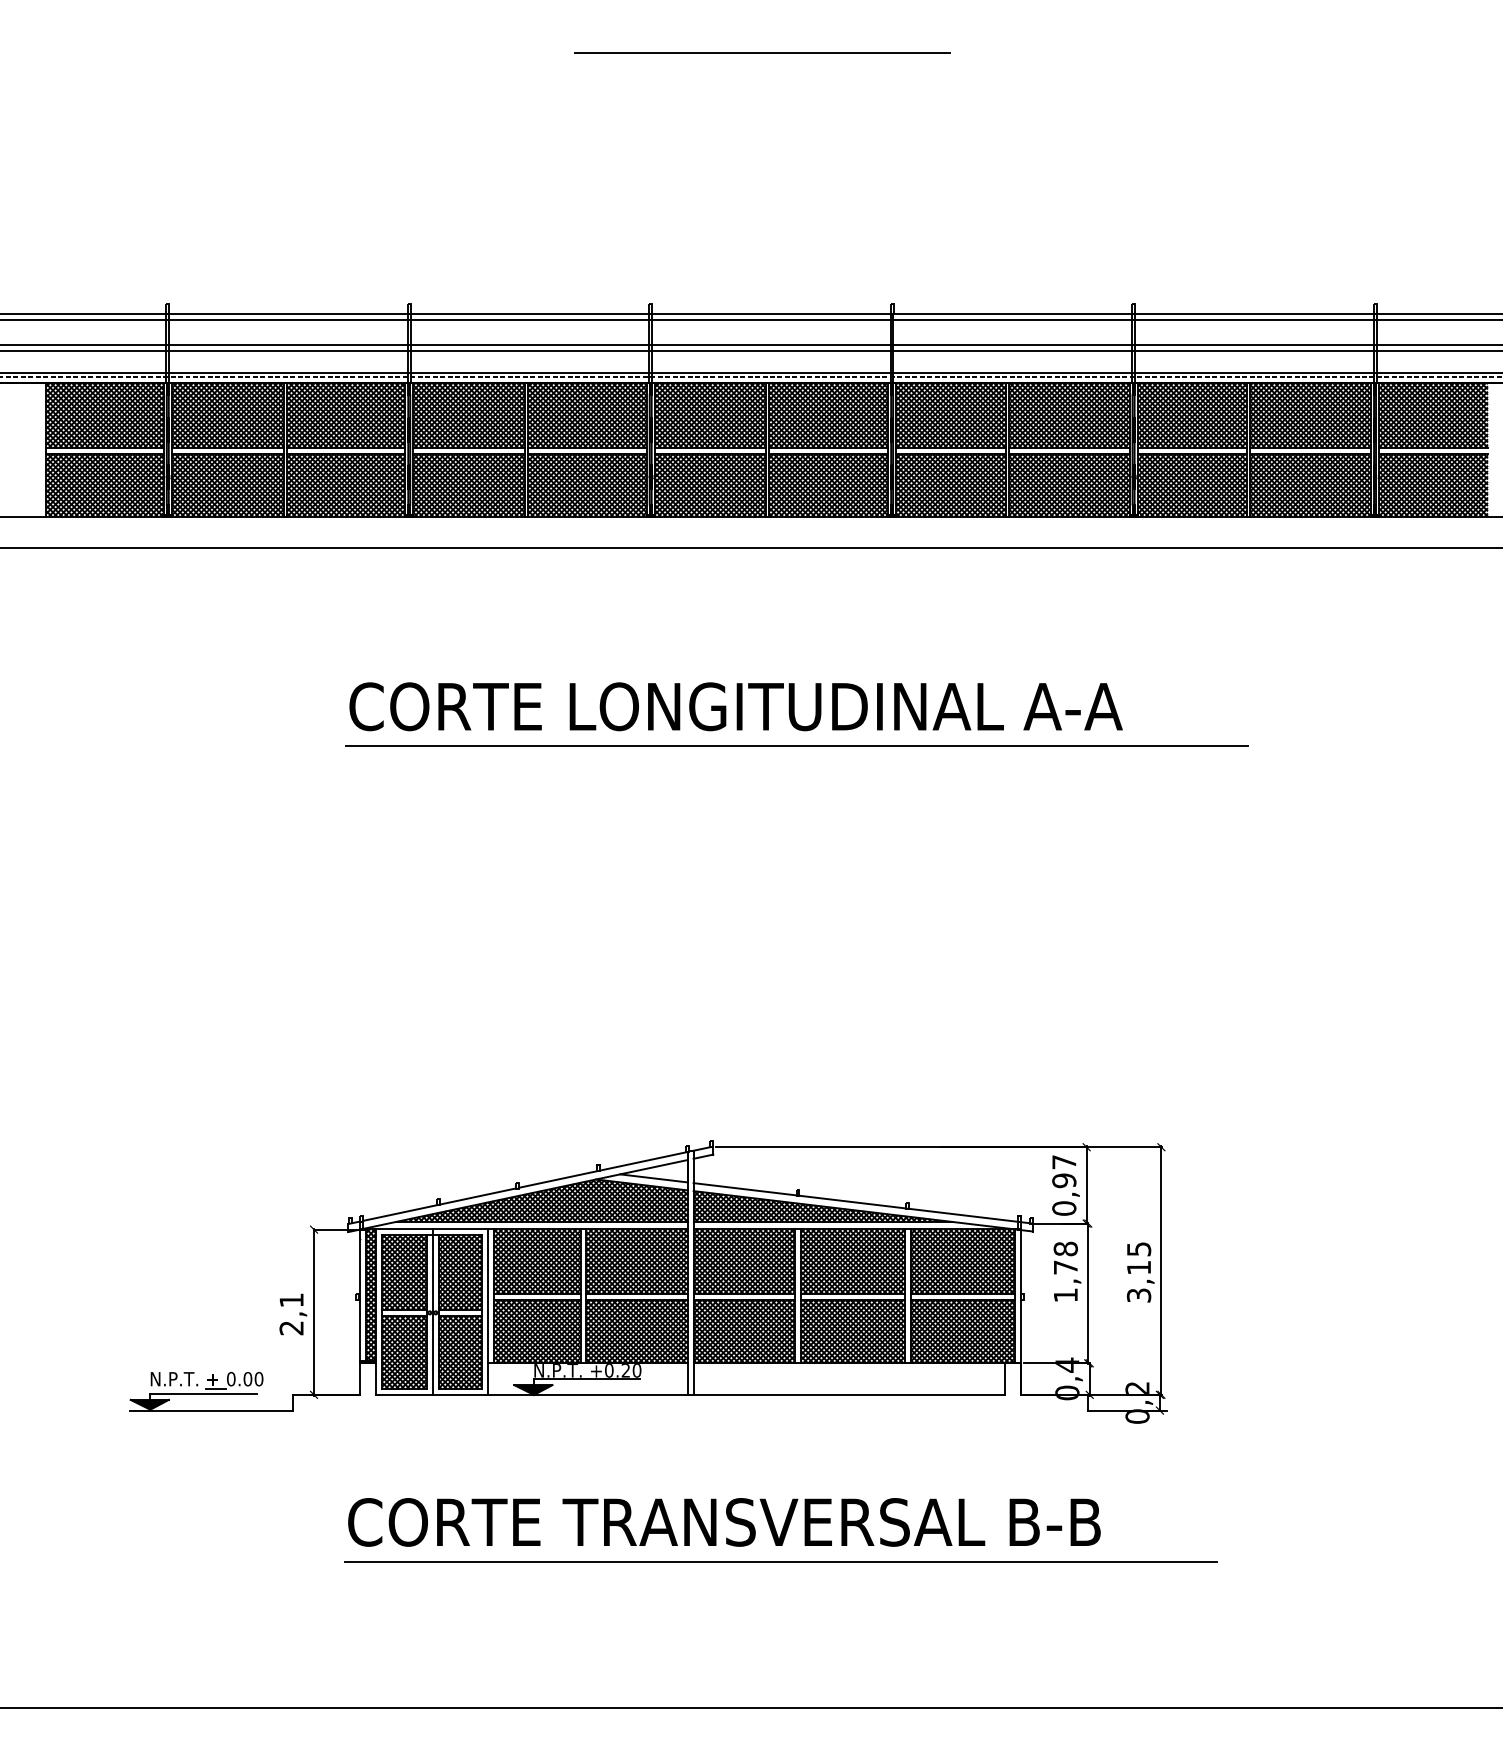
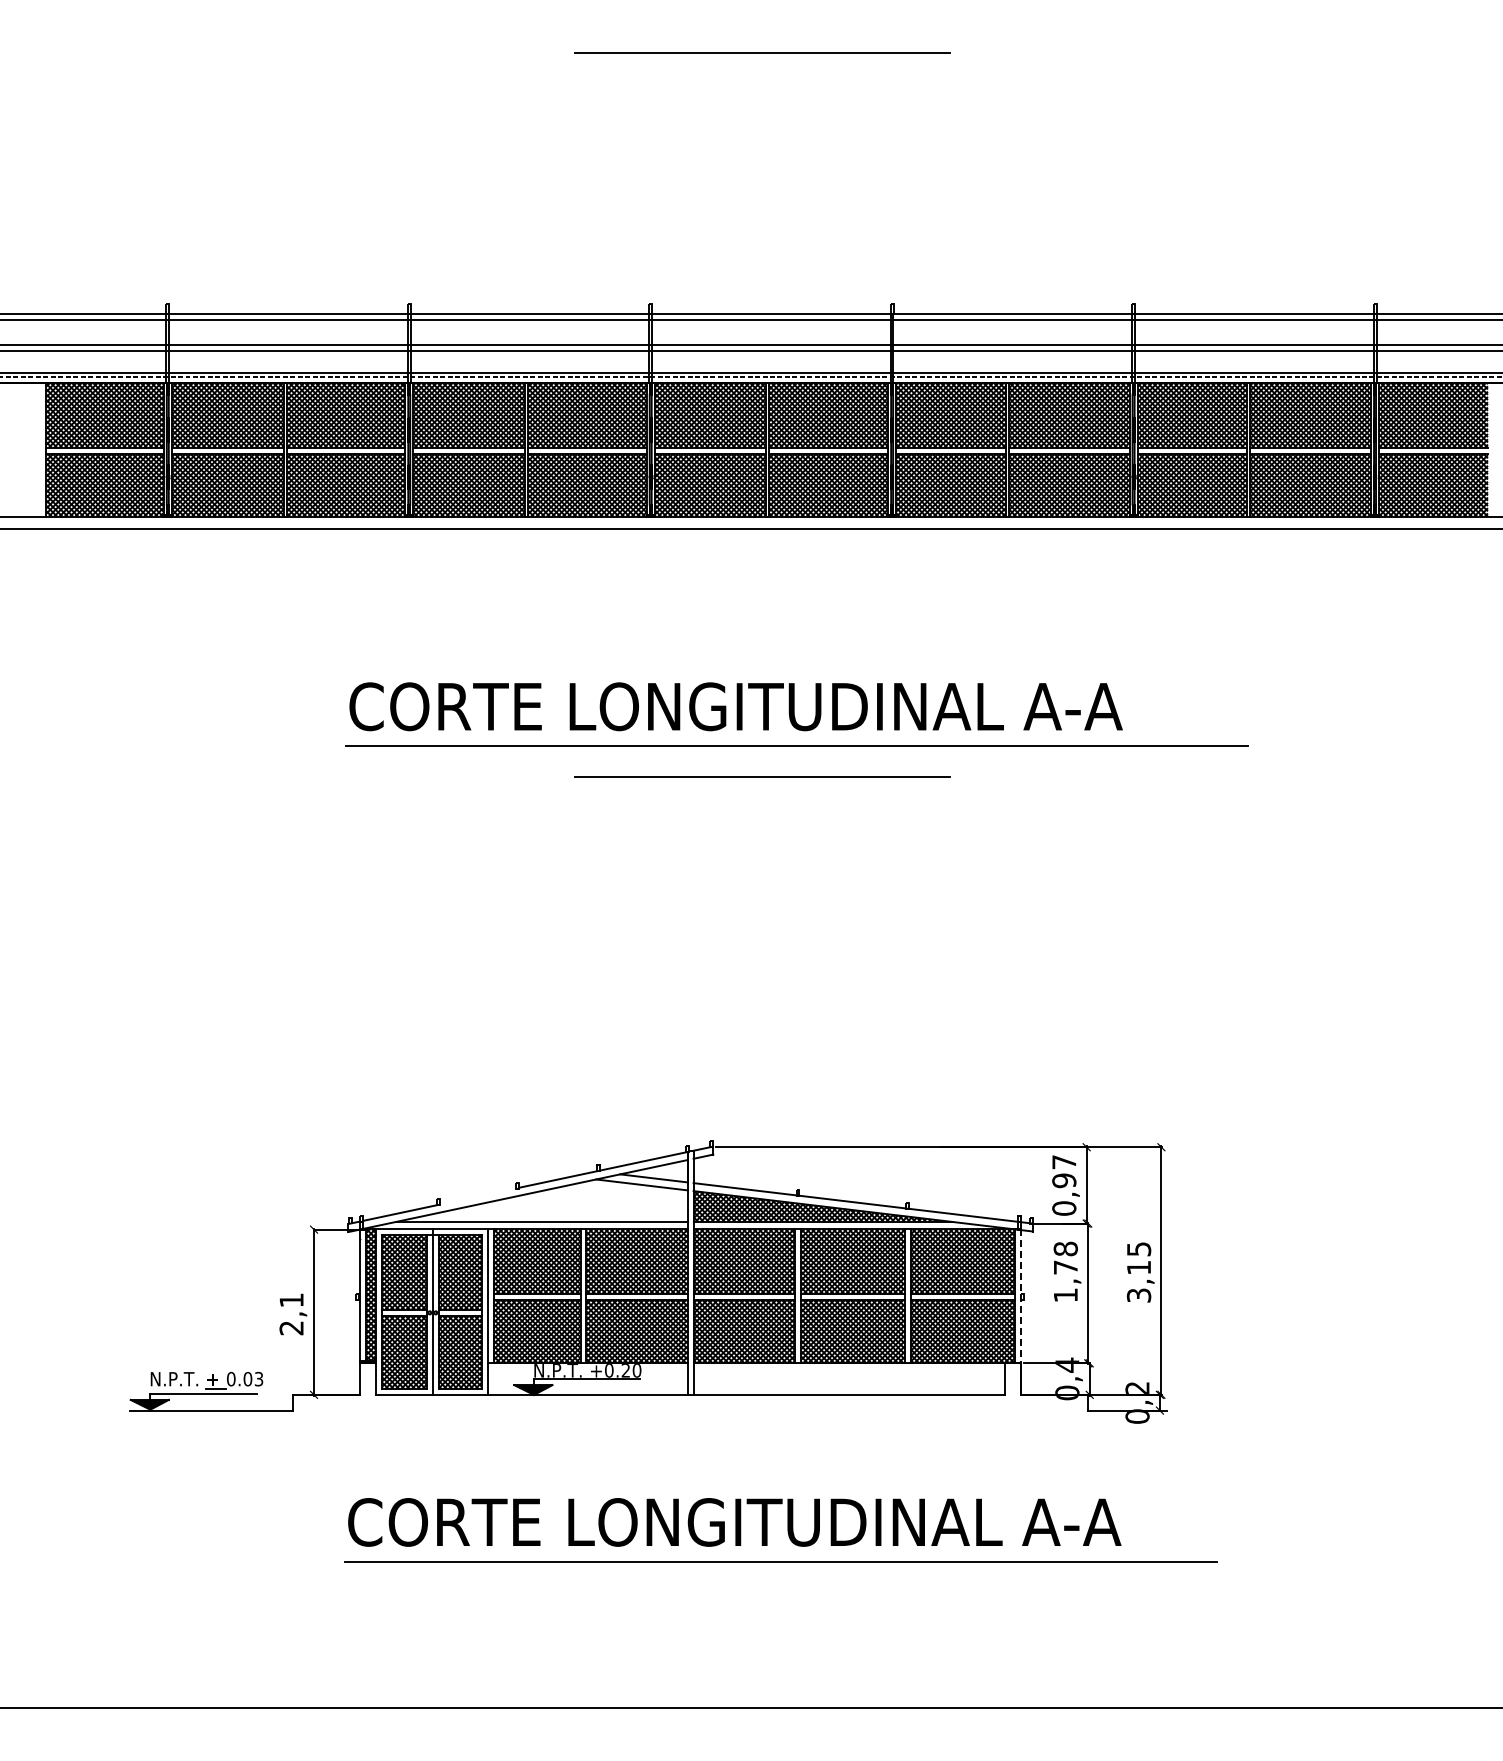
line at (750, 548) position: (750, 548) -> (750, 529)
line at (762, 776): none -> present
line at (477, 1196): present -> none
hatch at (541, 1200): present -> none
line at (1021, 1296): solid -> dashed
text at (258, 1379): 0.00 -> 0.03
text at (841, 1522): CORTE TRANSVERSAL B-B -> CORTE LONGITUDINAL A-A
